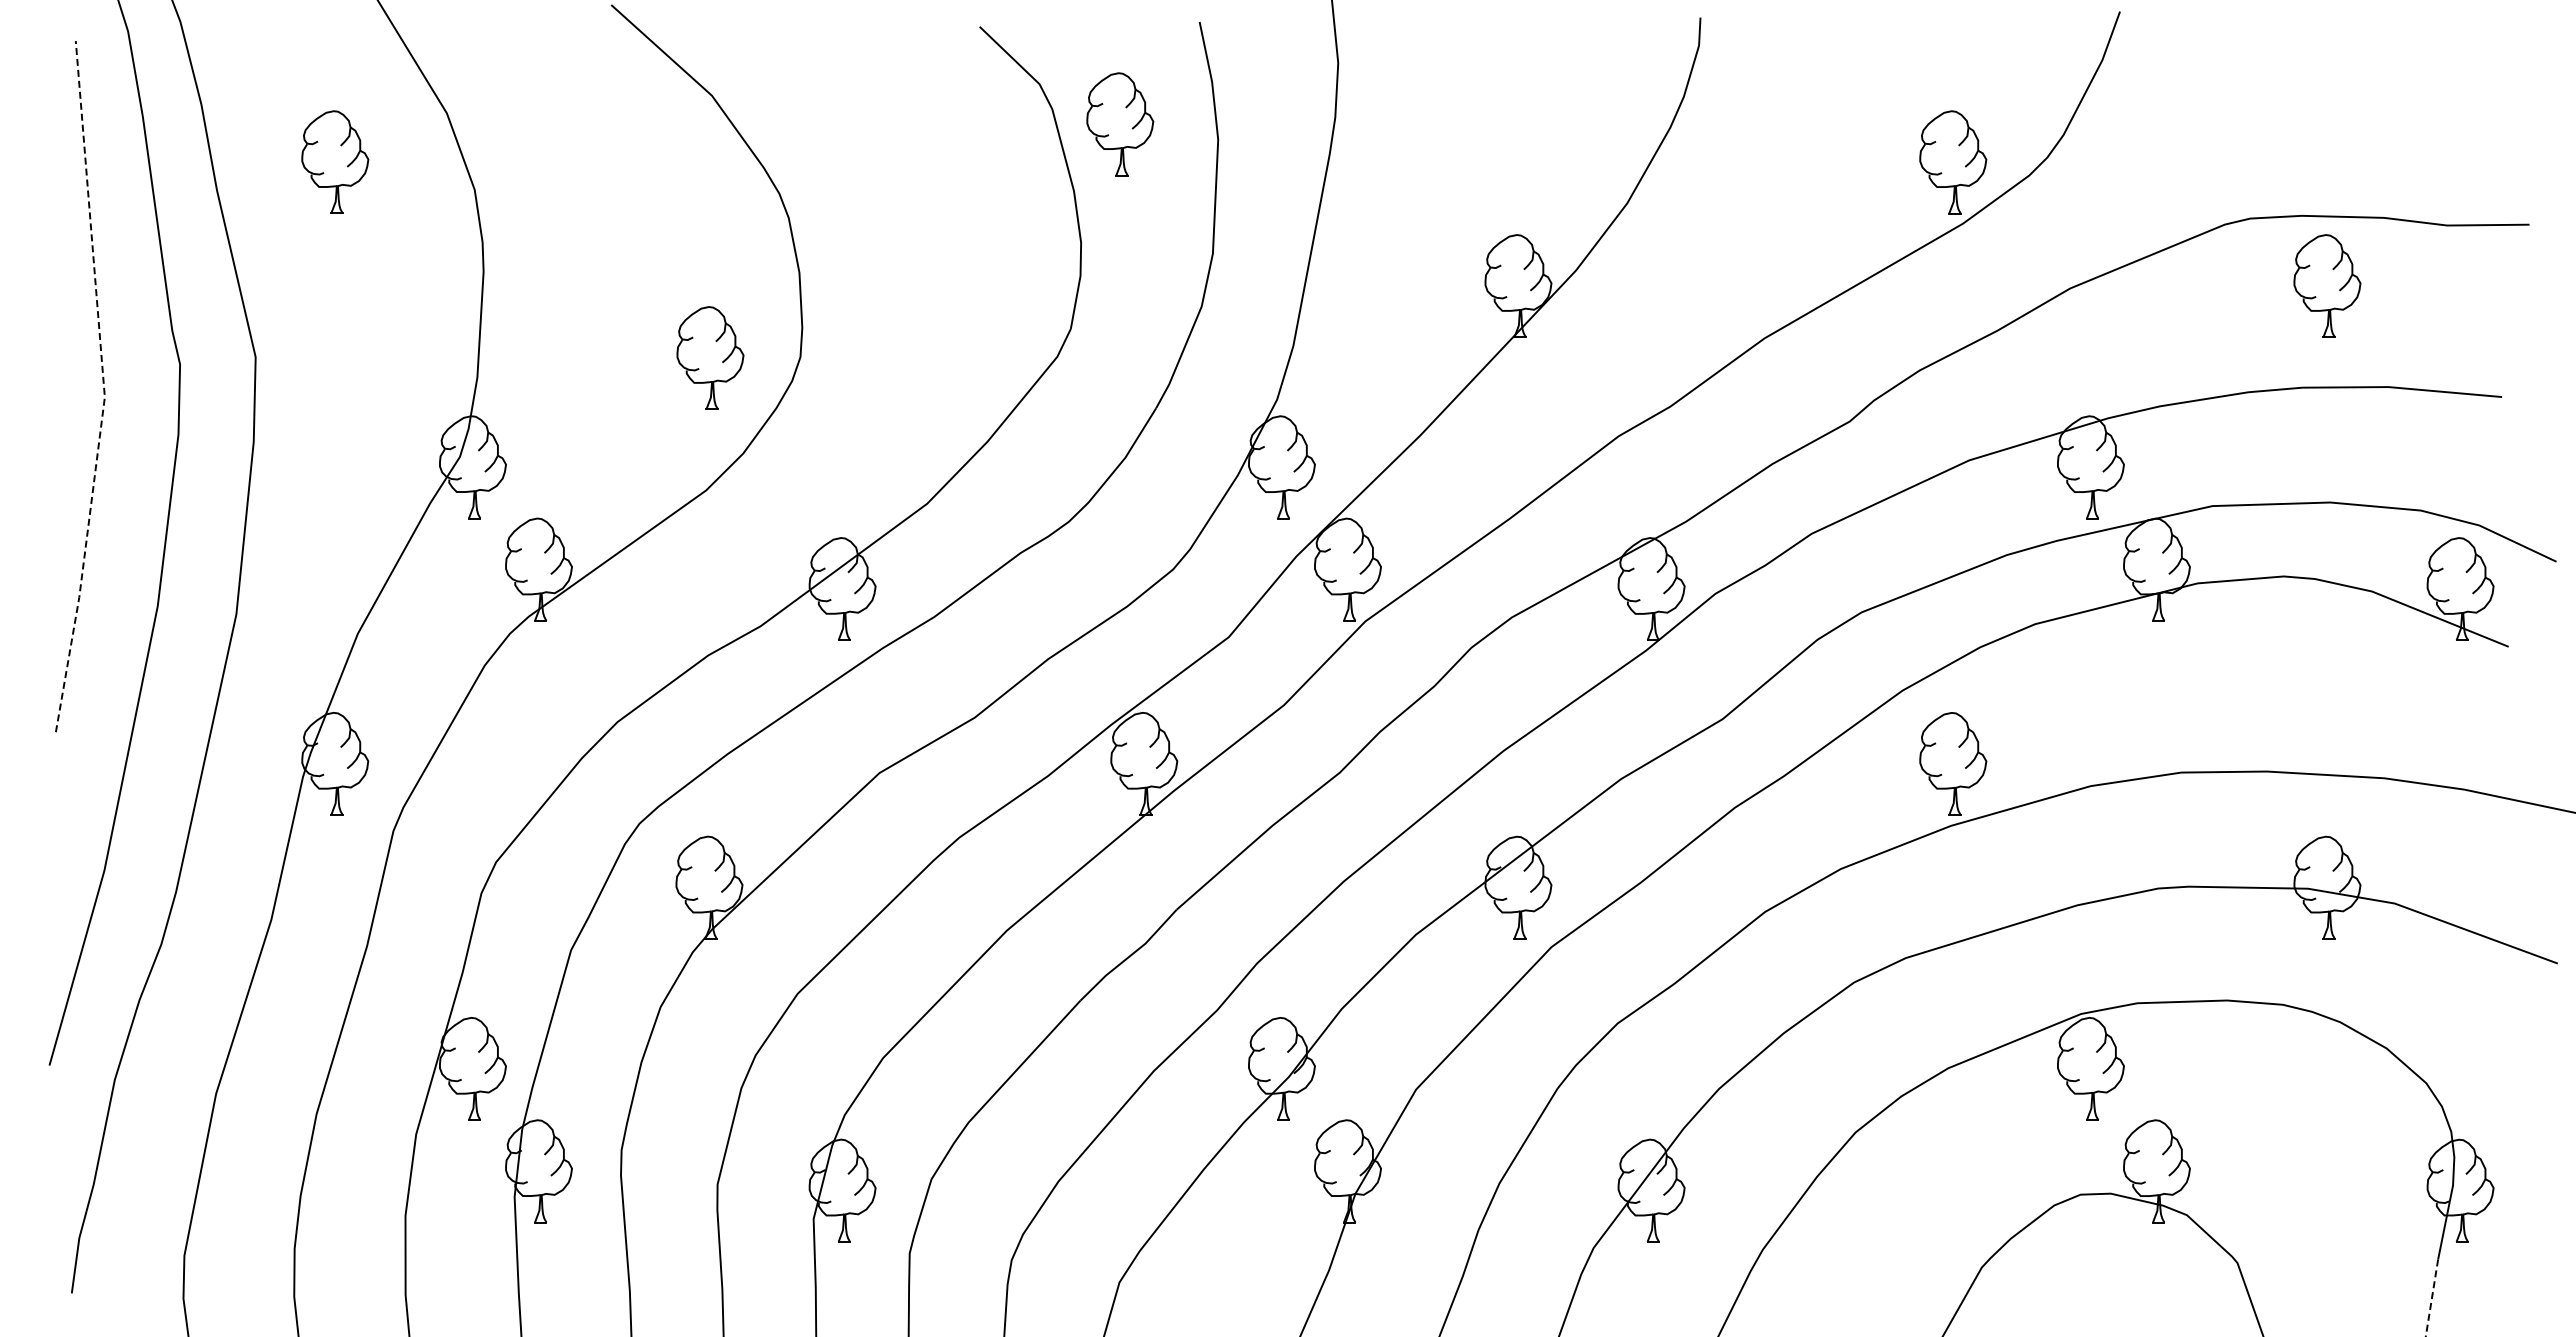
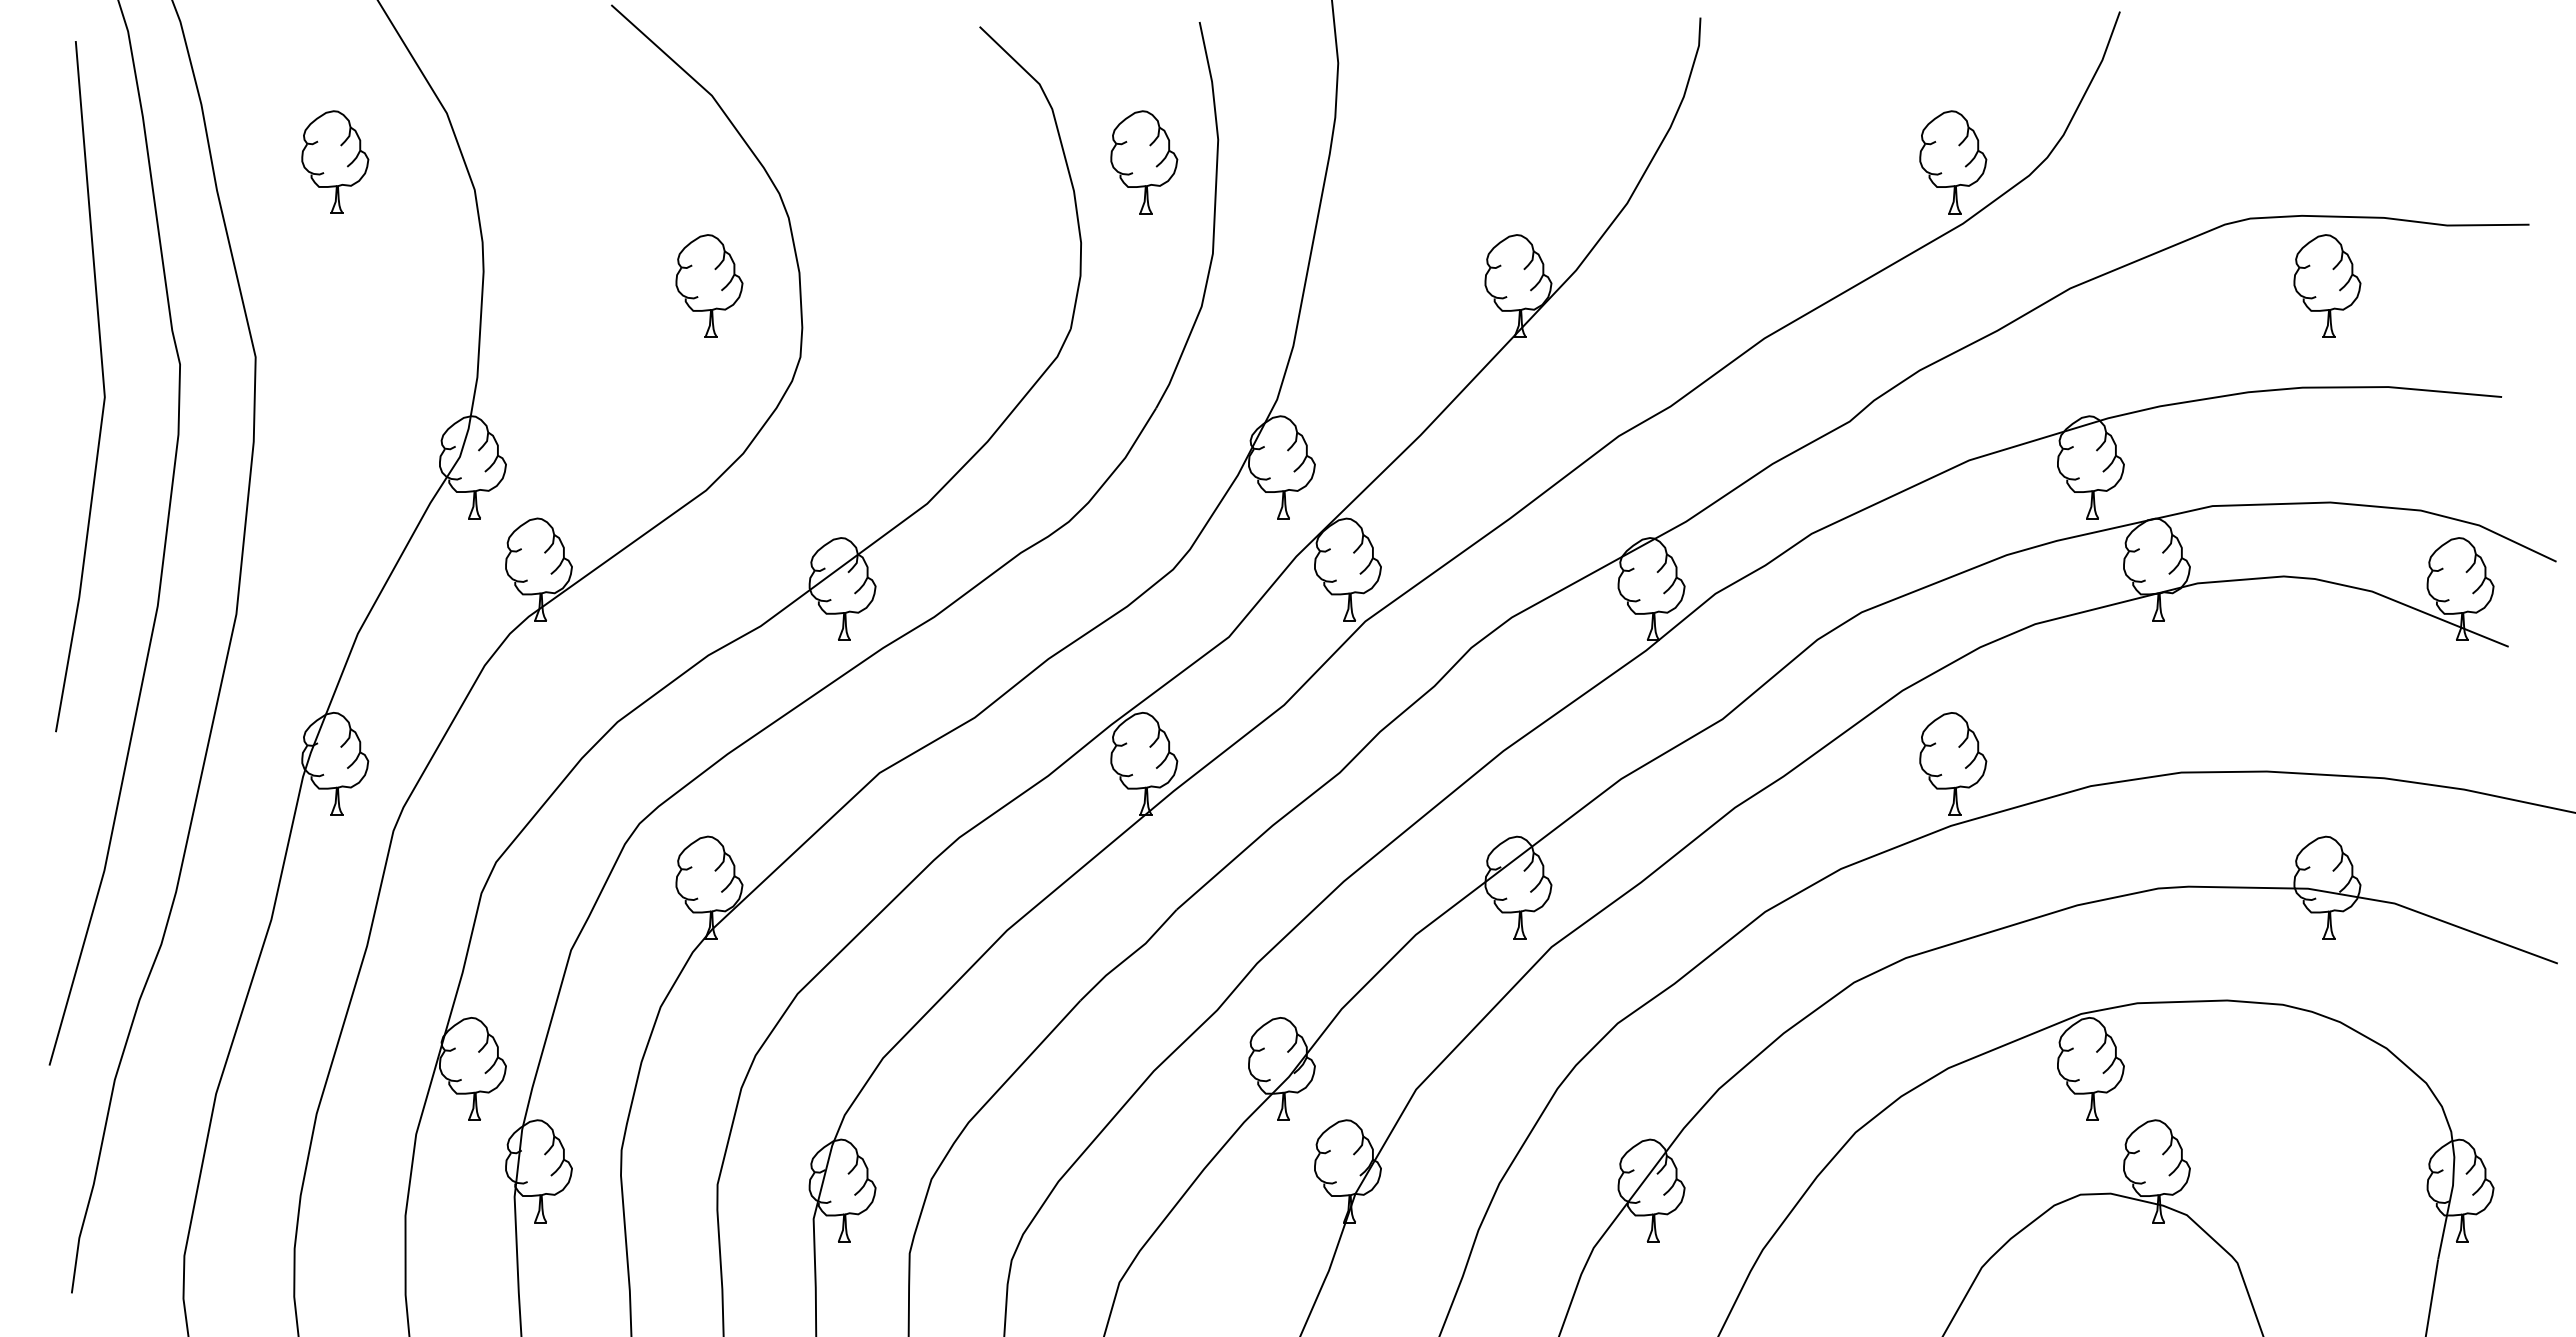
part at (1120, 124) position: (1120, 124) -> (1144, 162)
part at (710, 357) position: (710, 357) -> (709, 285)
line at (104, 389): dashed -> solid
line at (2432, 1297): dashed -> solid
